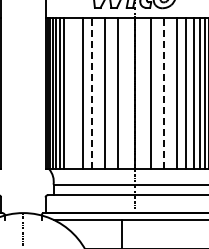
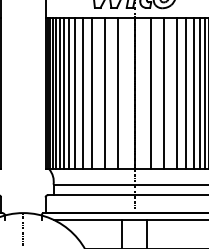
line at (68, 92): none -> present
line at (75, 92): none -> present
line at (92, 93): dashed -> solid
line at (164, 93): dashed -> solid
line at (147, 232): none -> present
